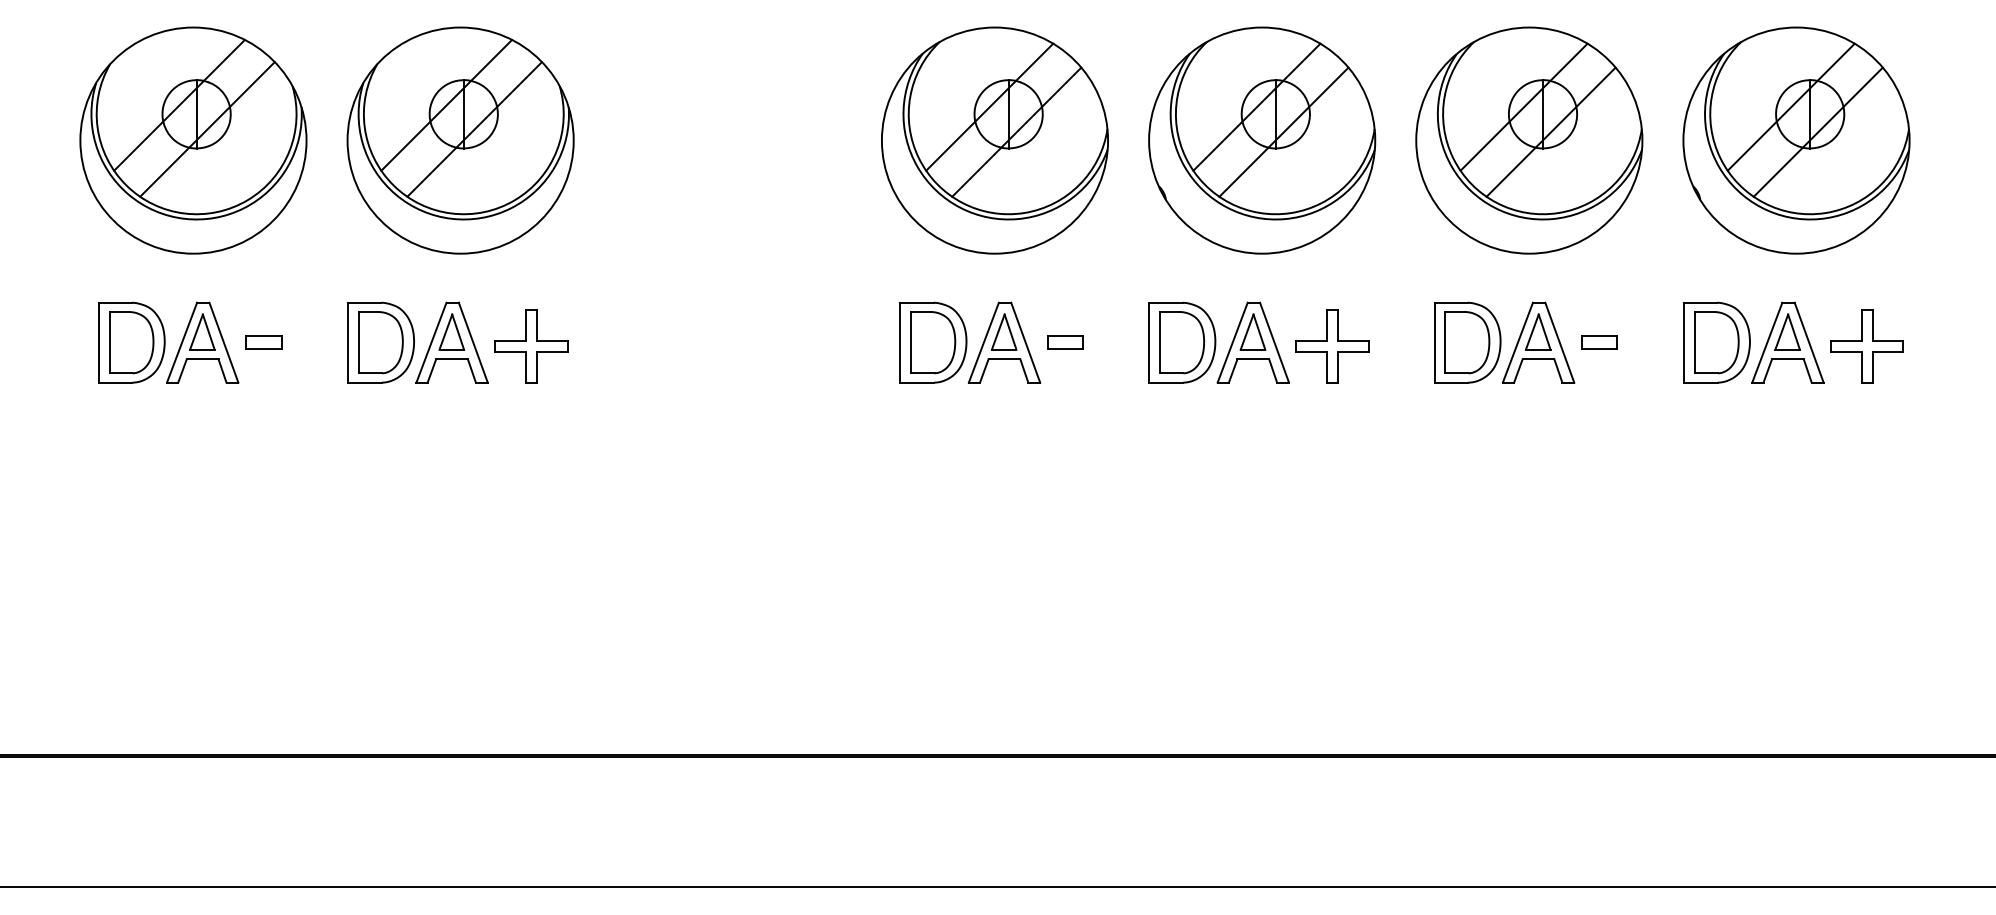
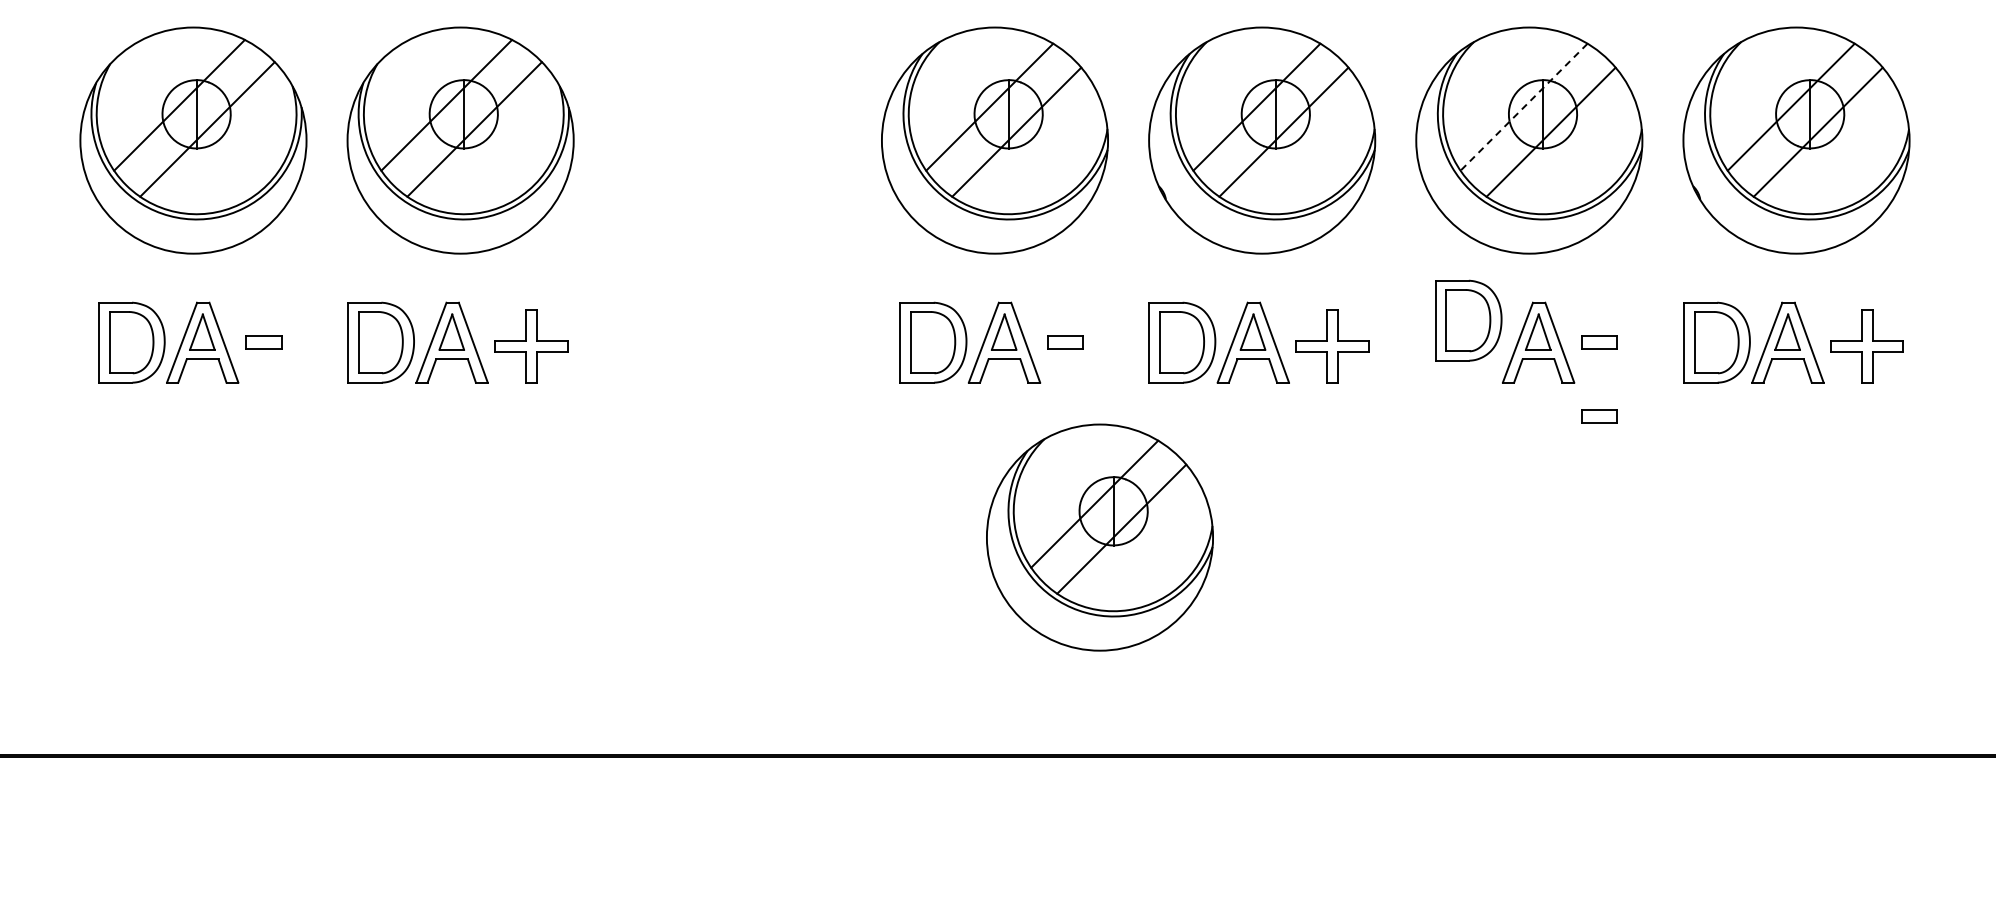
line at (1524, 107): solid -> dashed
part at (1467, 342) position: (1467, 342) -> (1468, 320)
part at (1599, 416): none -> present
part at (1099, 537): none -> present
line at (997, 887): present -> none
